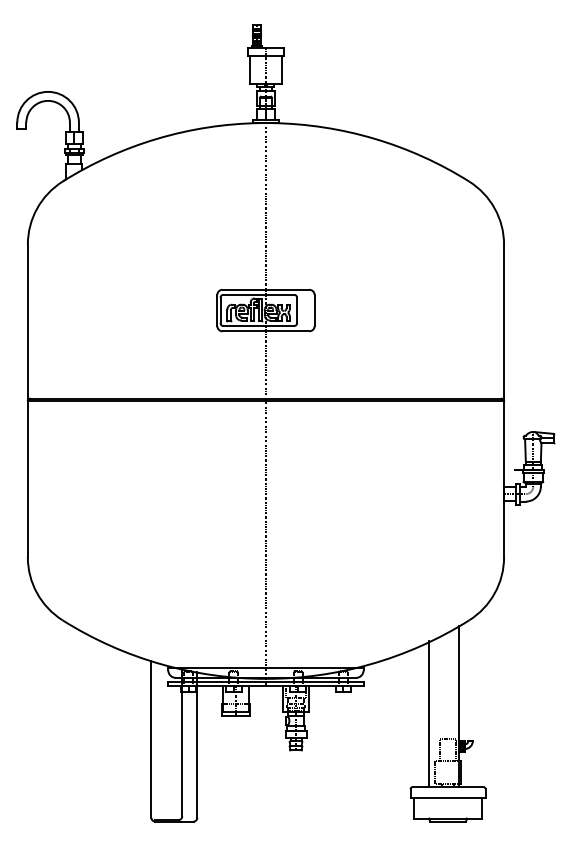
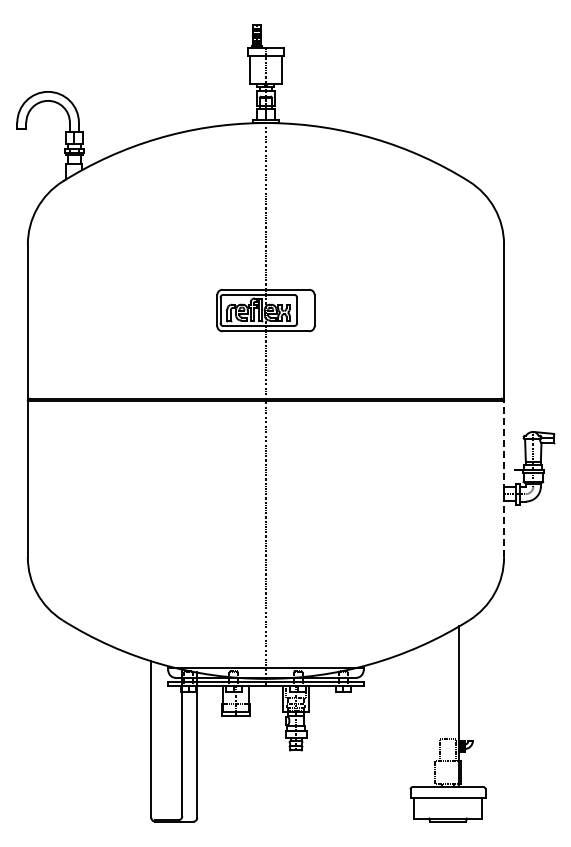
line at (504, 478): solid -> dashed
line at (429, 714): present -> none
